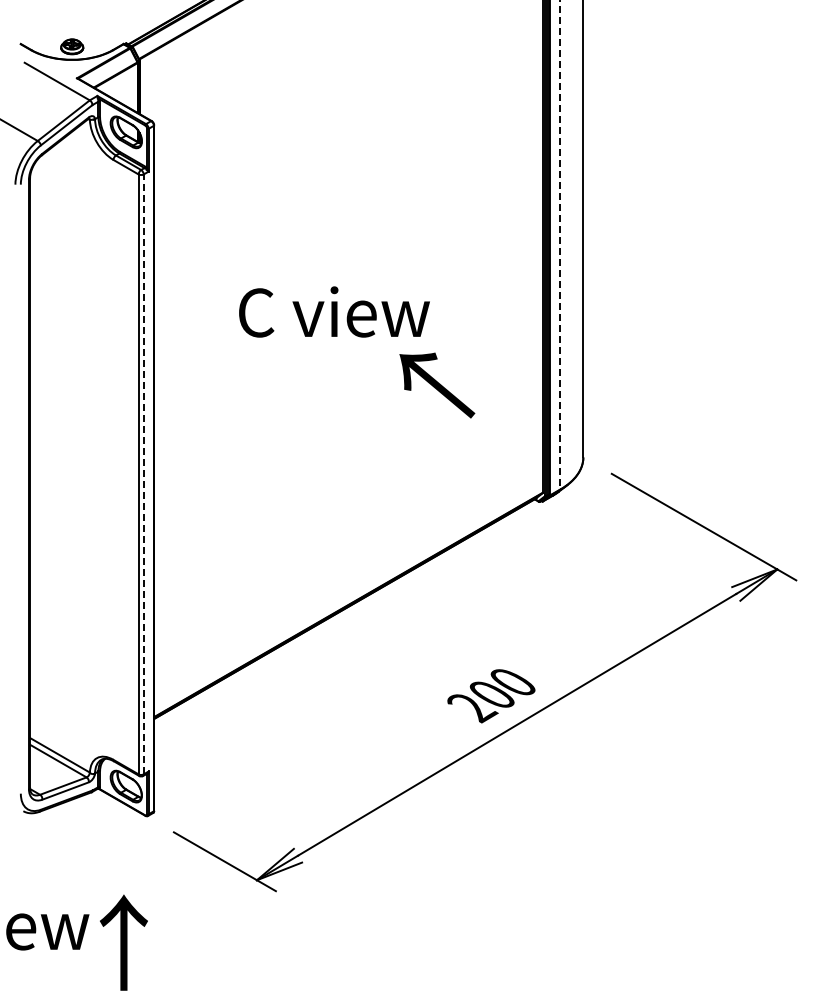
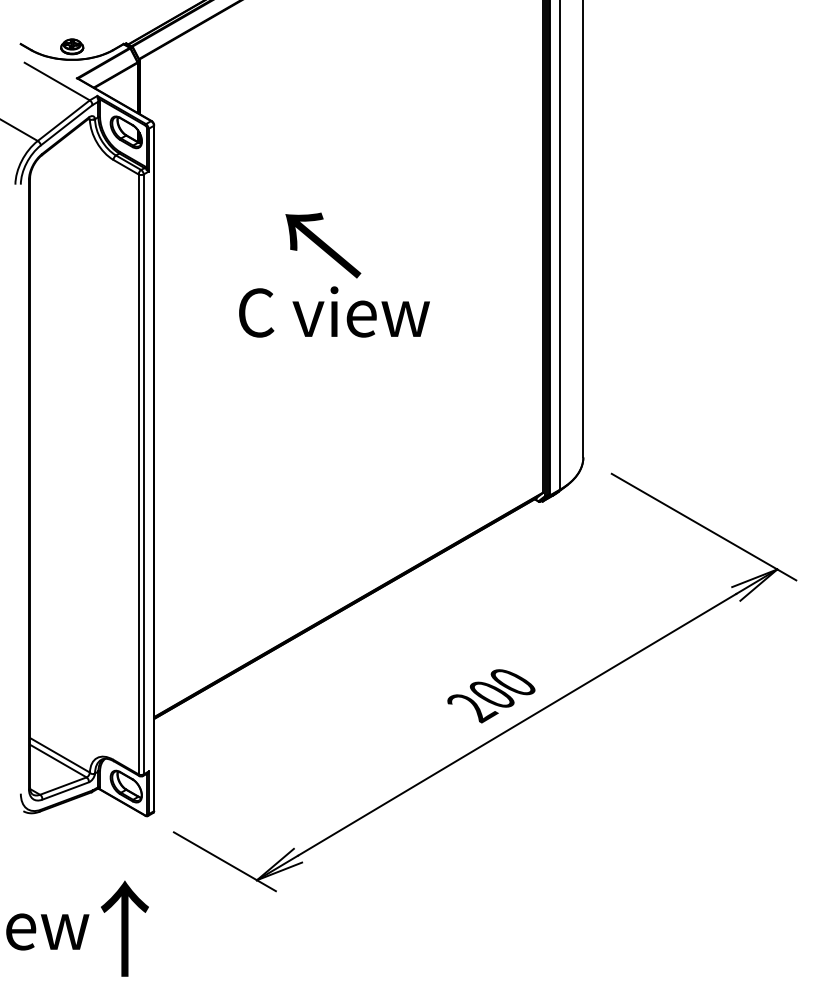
line at (560, 245): dashed -> solid
text at (437, 385) position: (437, 385) -> (323, 245)
line at (143, 474): dashed -> solid
text at (123, 942) position: (123, 942) -> (124, 928)
